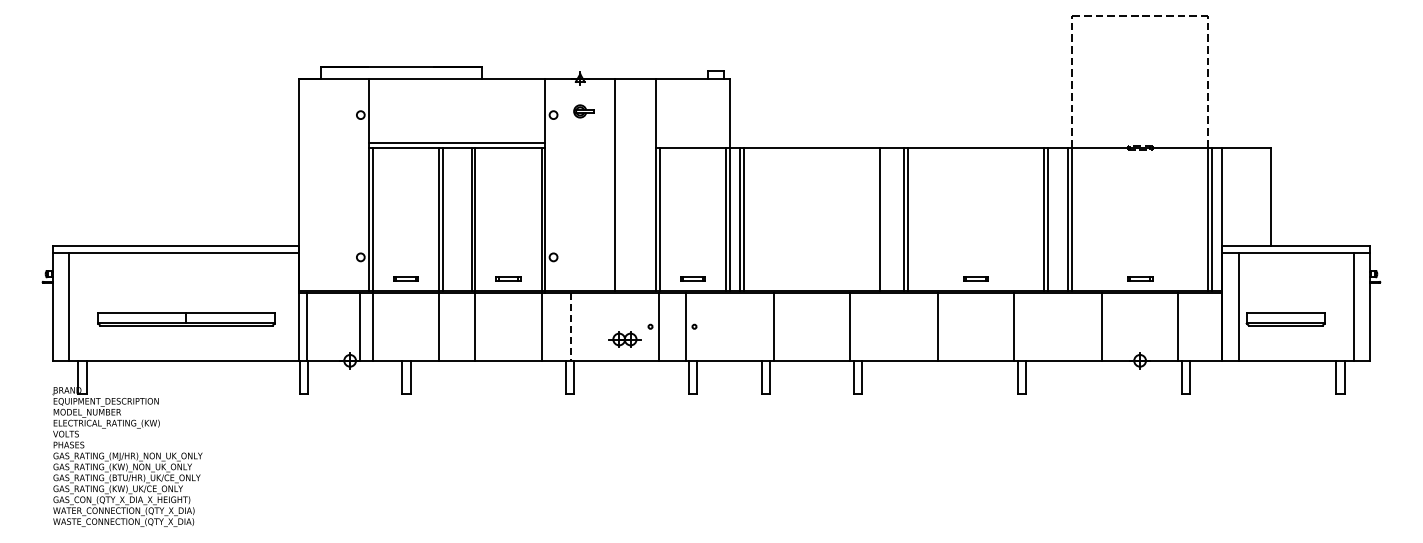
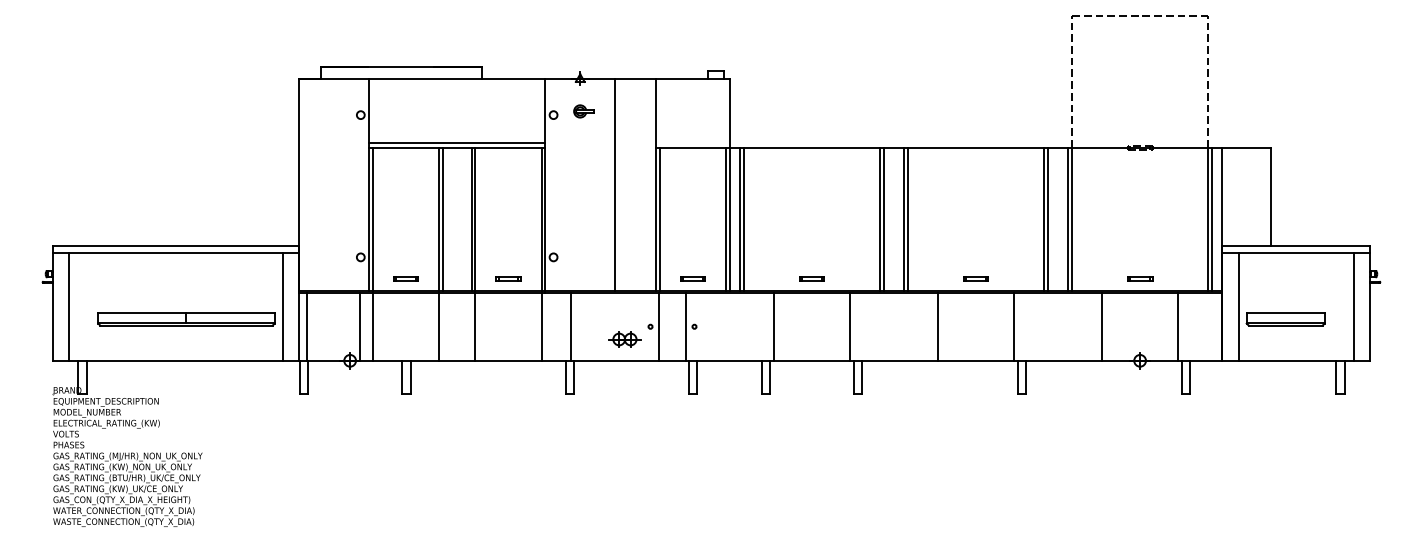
line at (883, 218): none -> present
part at (811, 278): none -> present
line at (282, 306): none -> present
line at (571, 327): dashed -> solid
